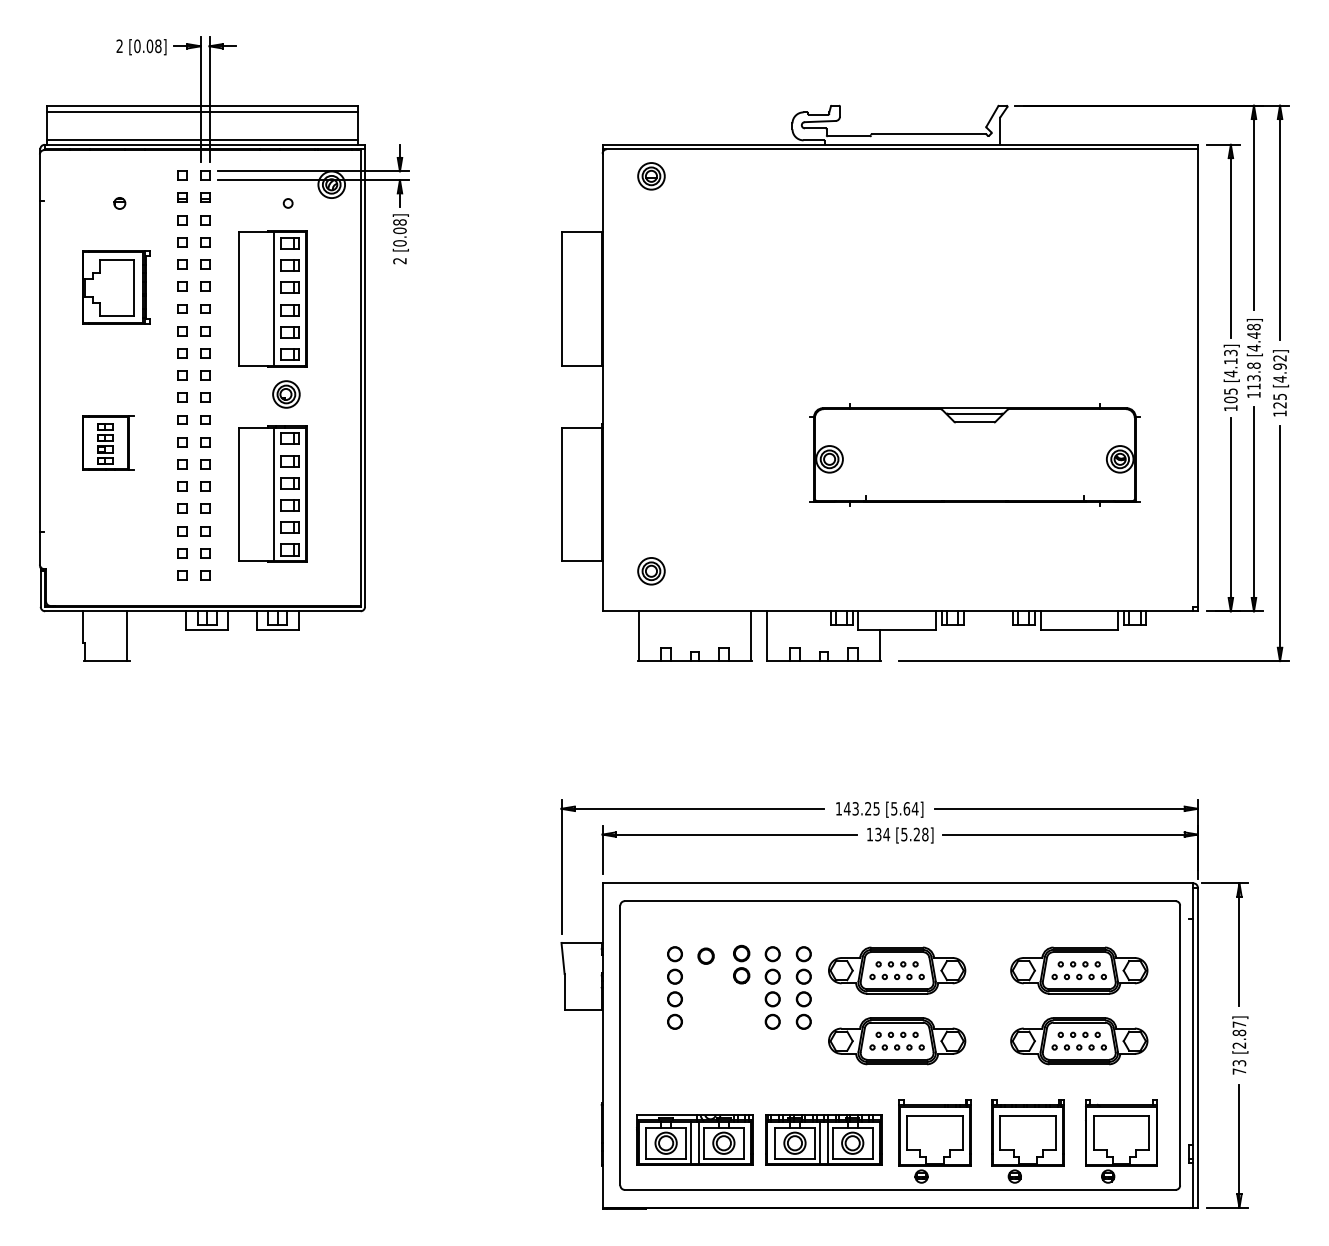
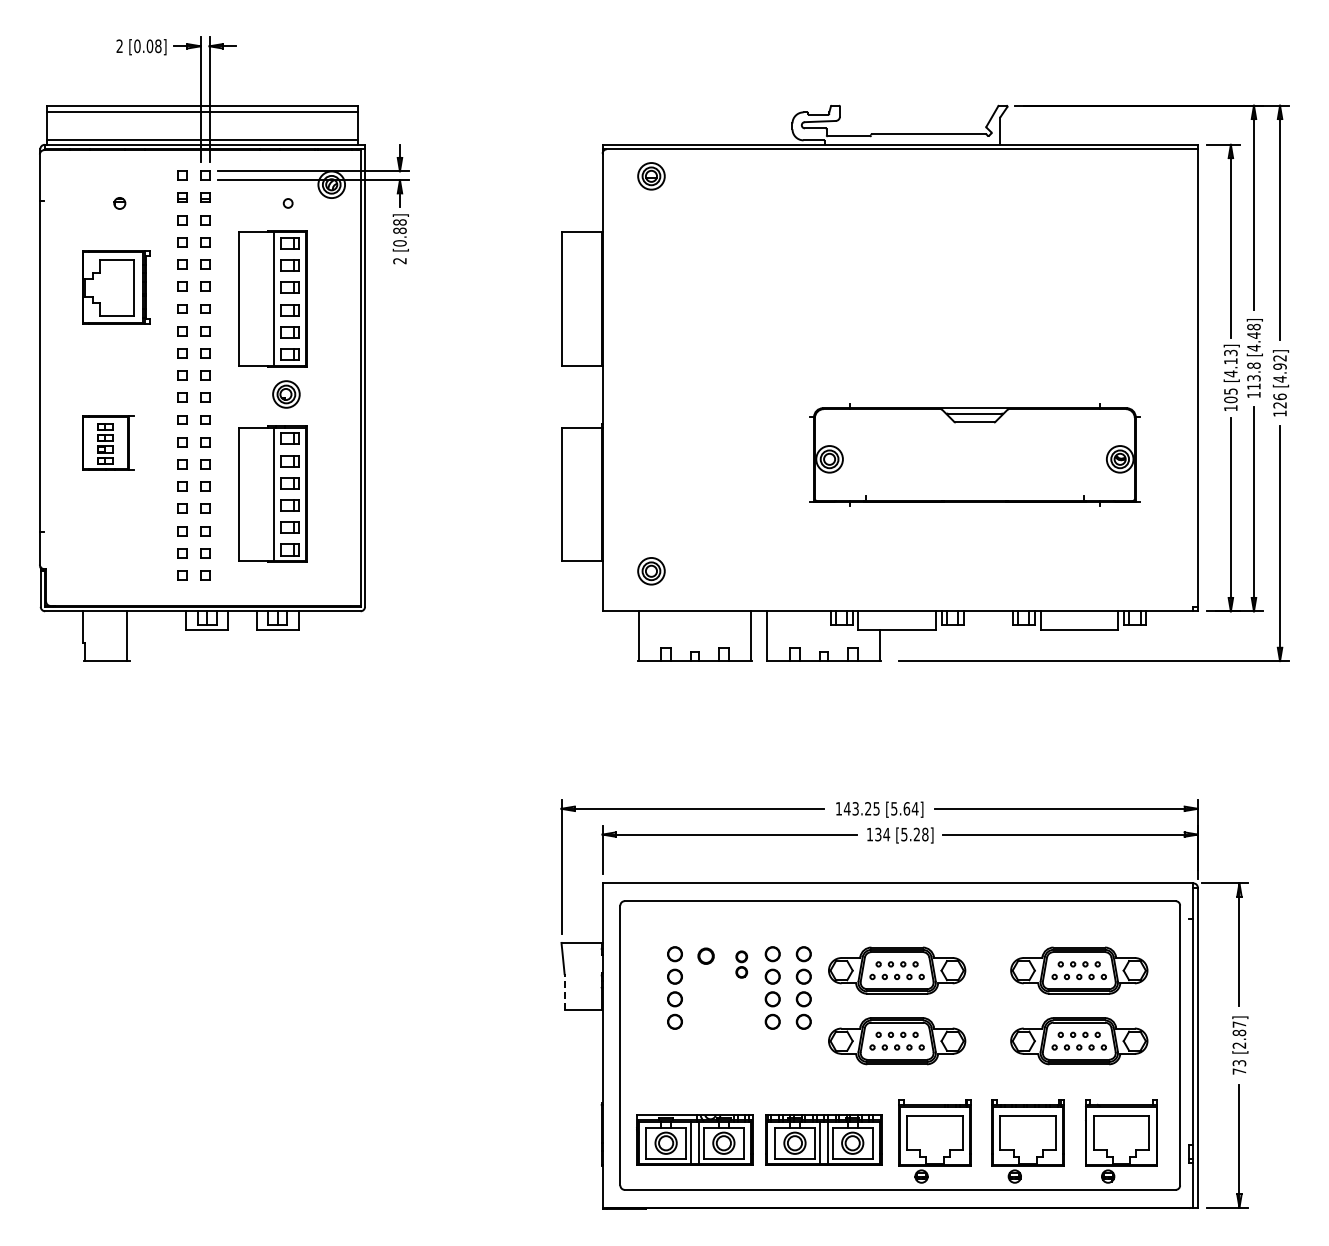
text at (399, 230): [0.08] -> [0.88]
text at (1279, 396): 125 -> 126
part at (741, 964) size: 18x41 px -> 14x29 px
line at (564, 991): solid -> dashed
